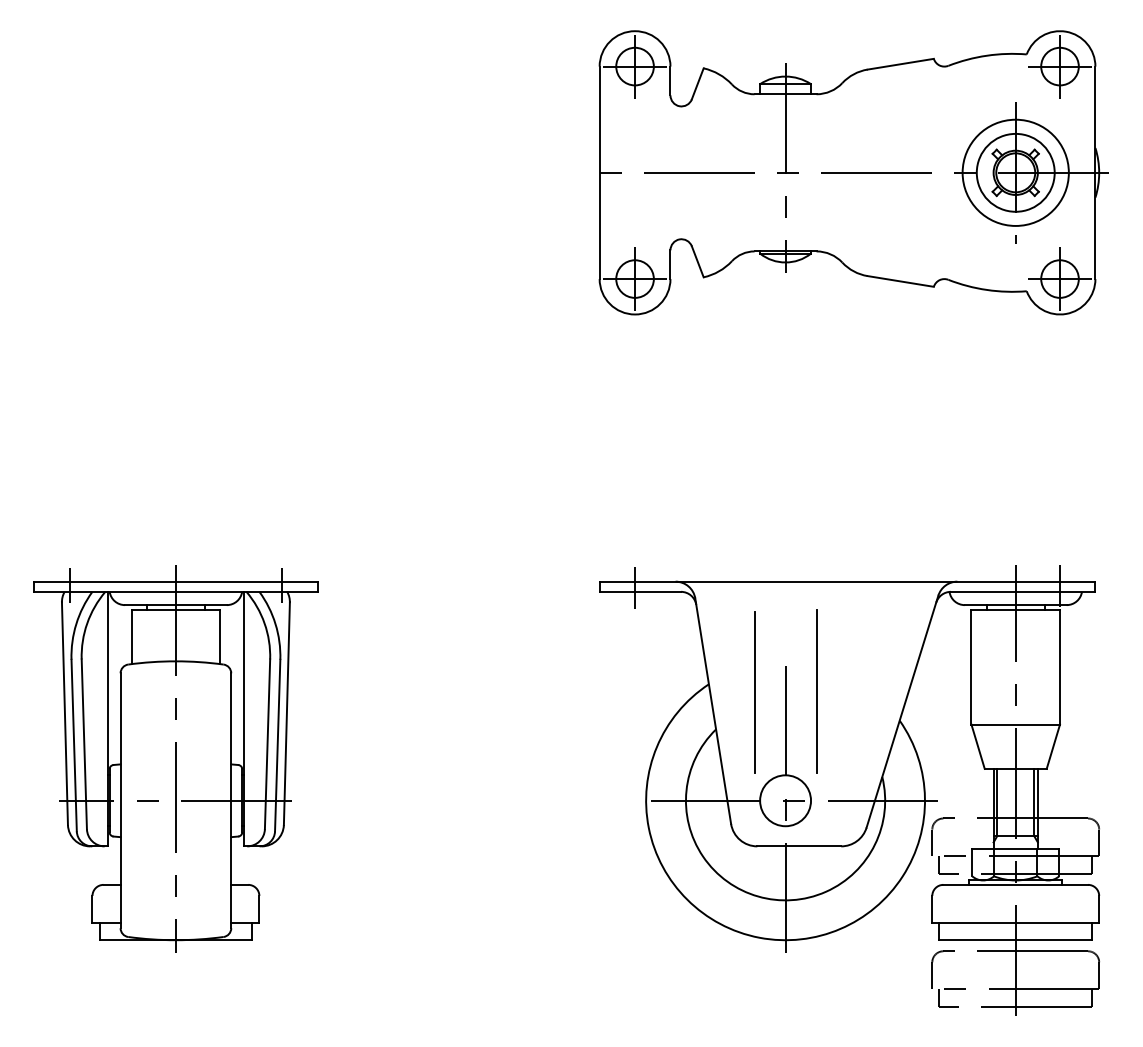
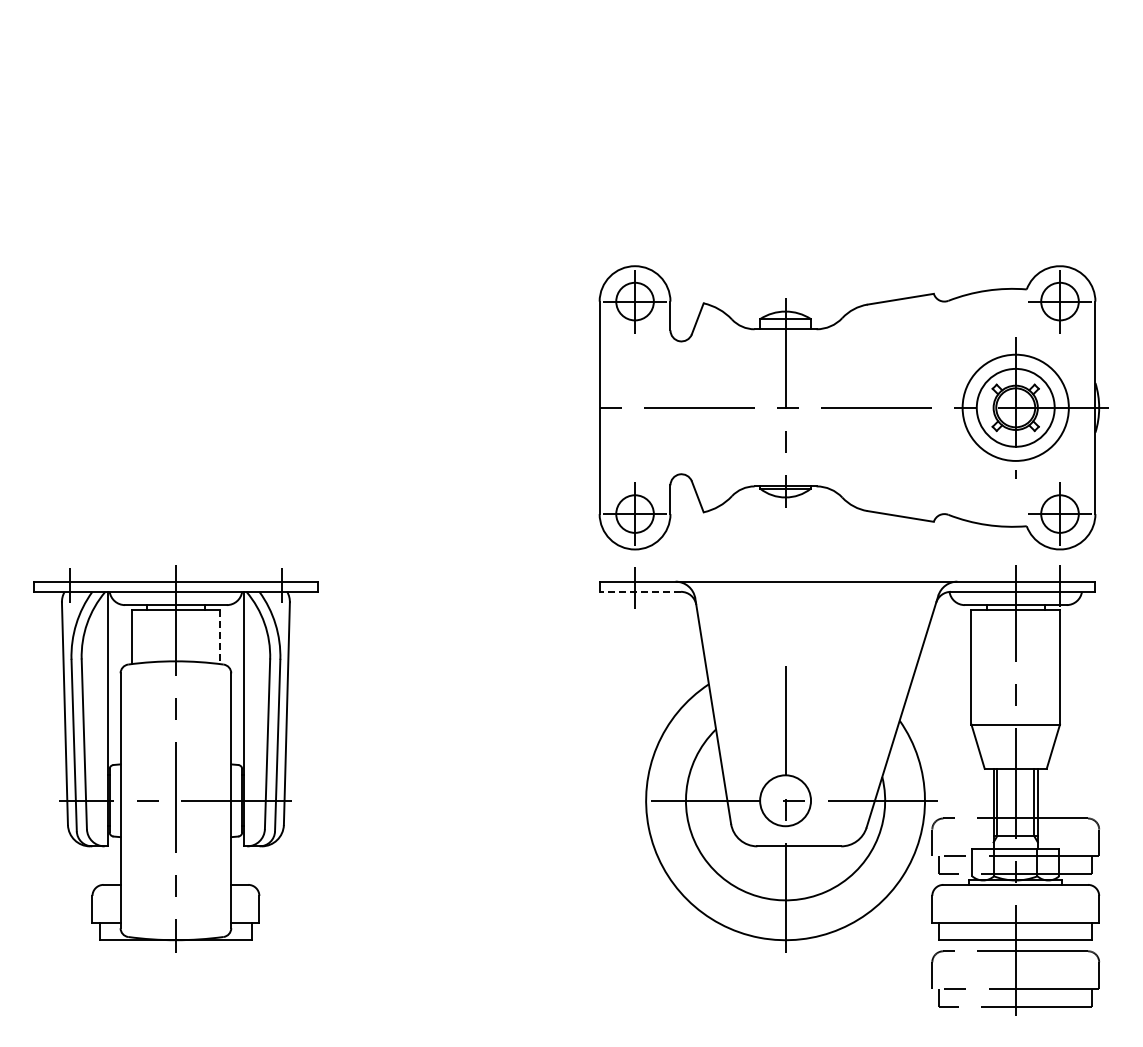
part at (853, 172) position: (853, 172) -> (853, 407)
line at (640, 591): solid -> dashed
line at (220, 637): solid -> dashed
line at (816, 691): present -> none
line at (754, 692): present -> none
